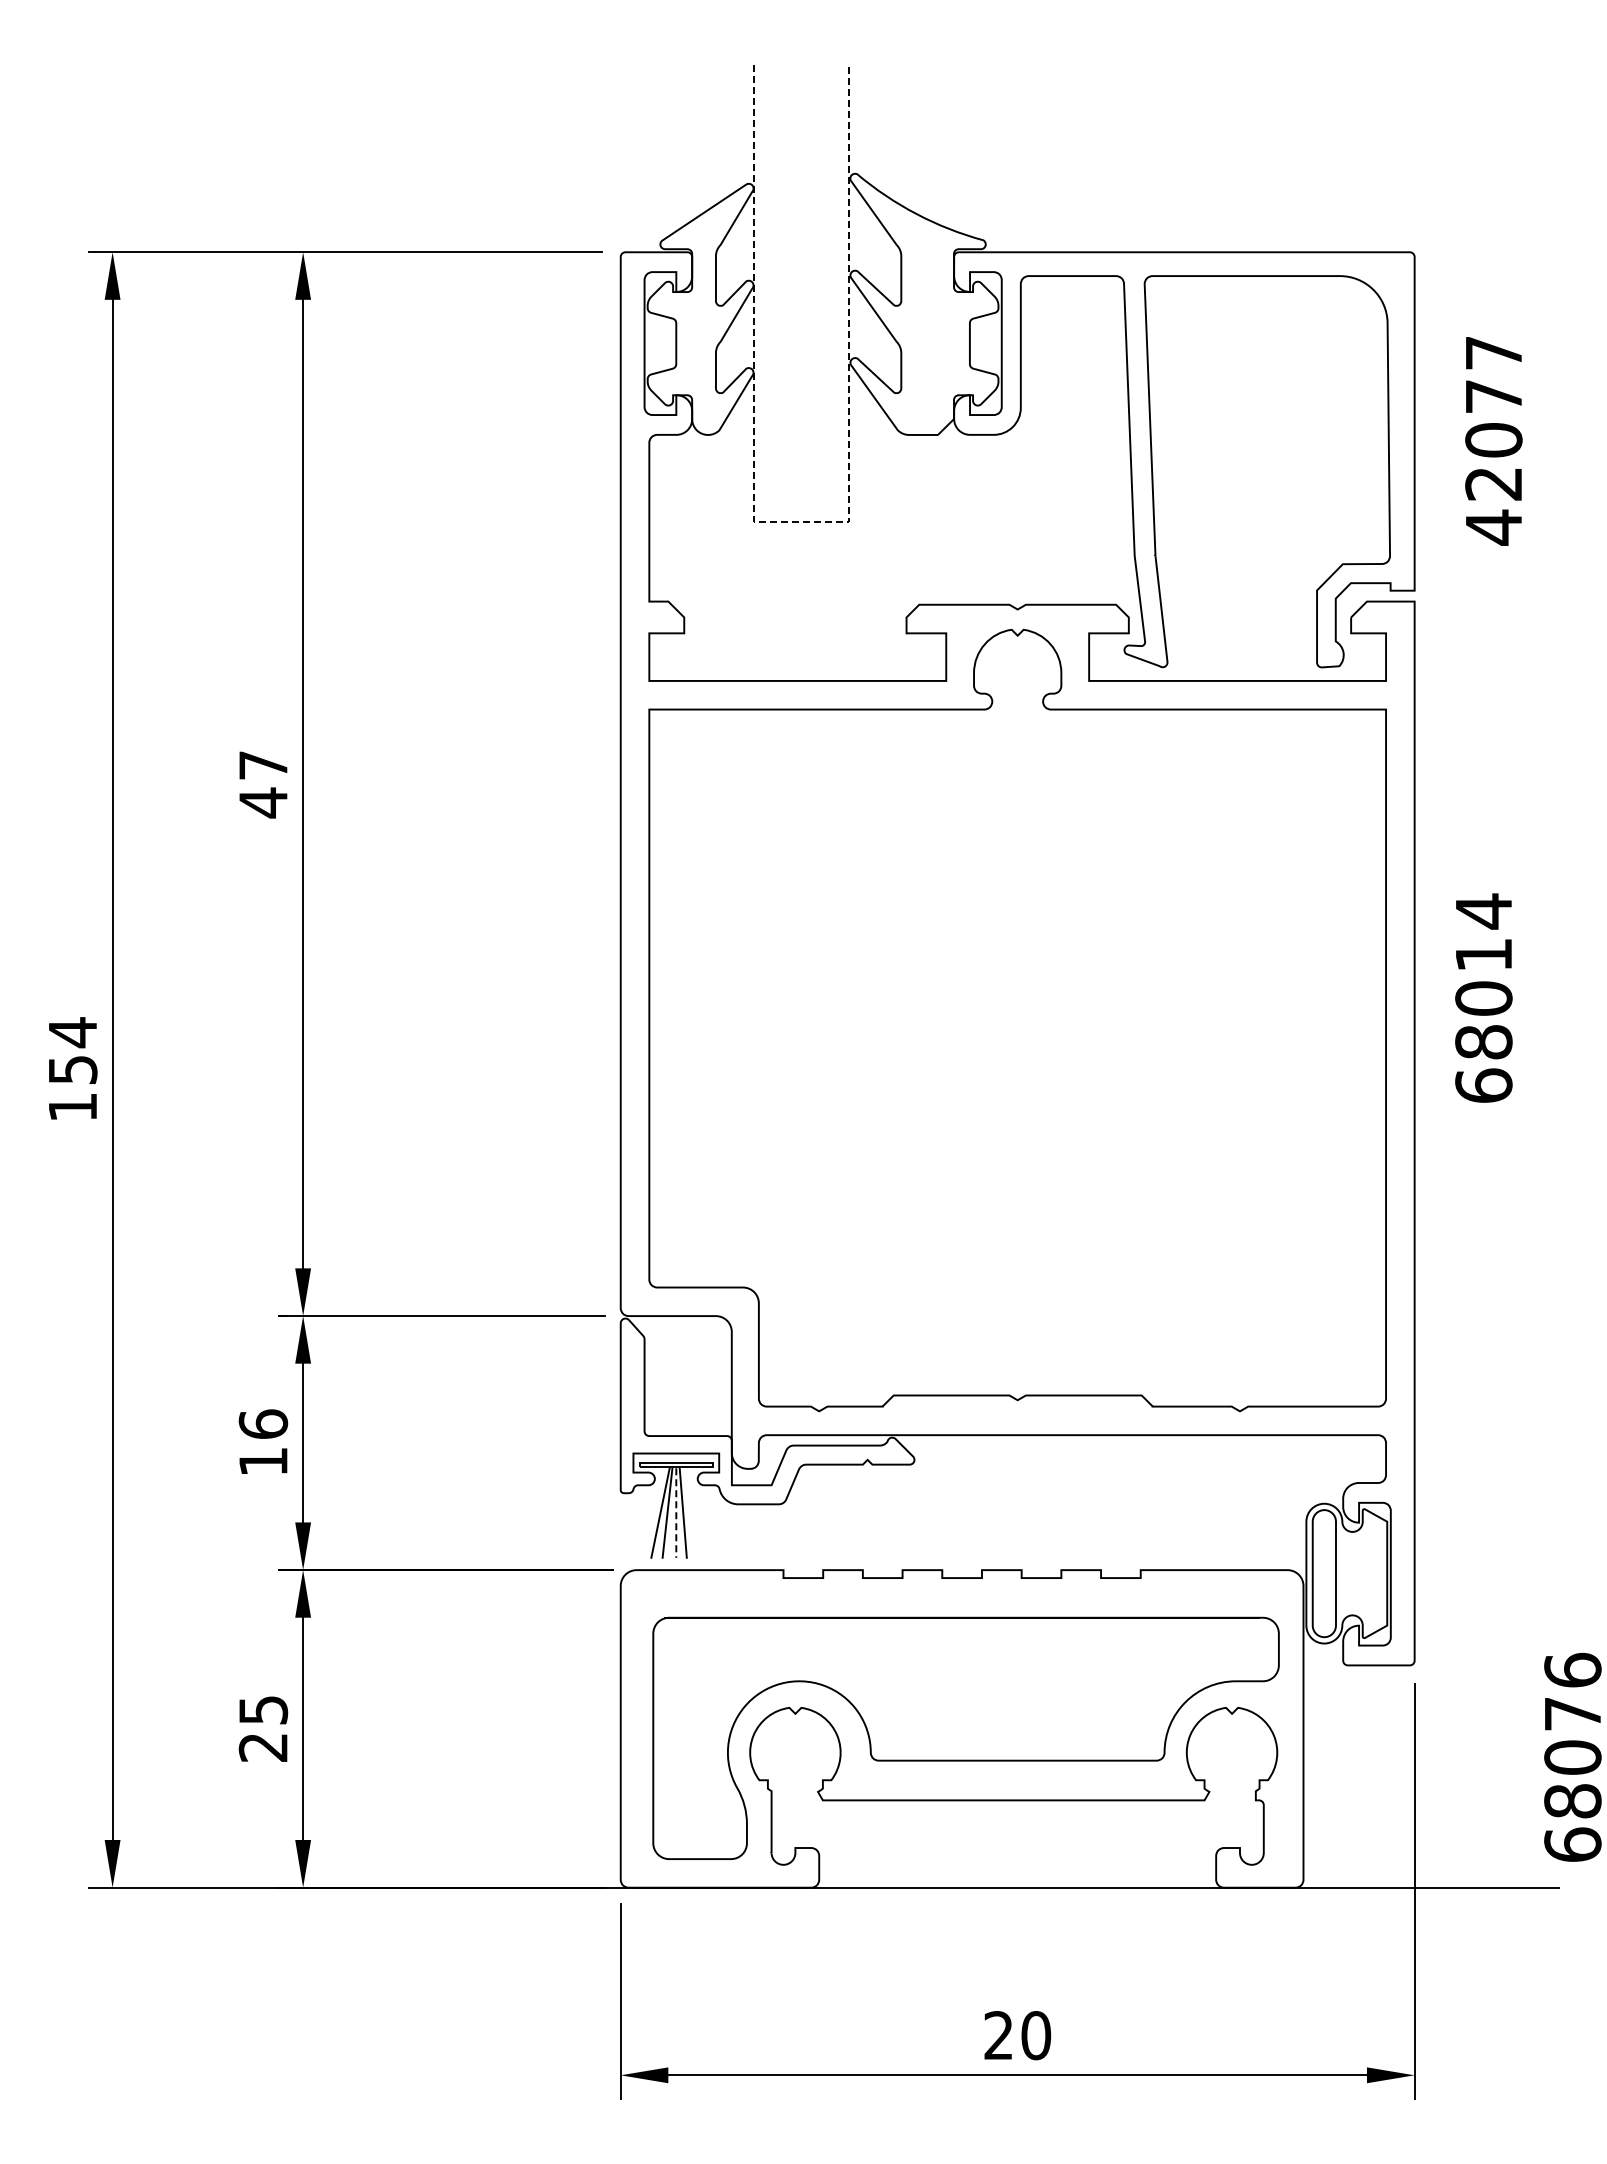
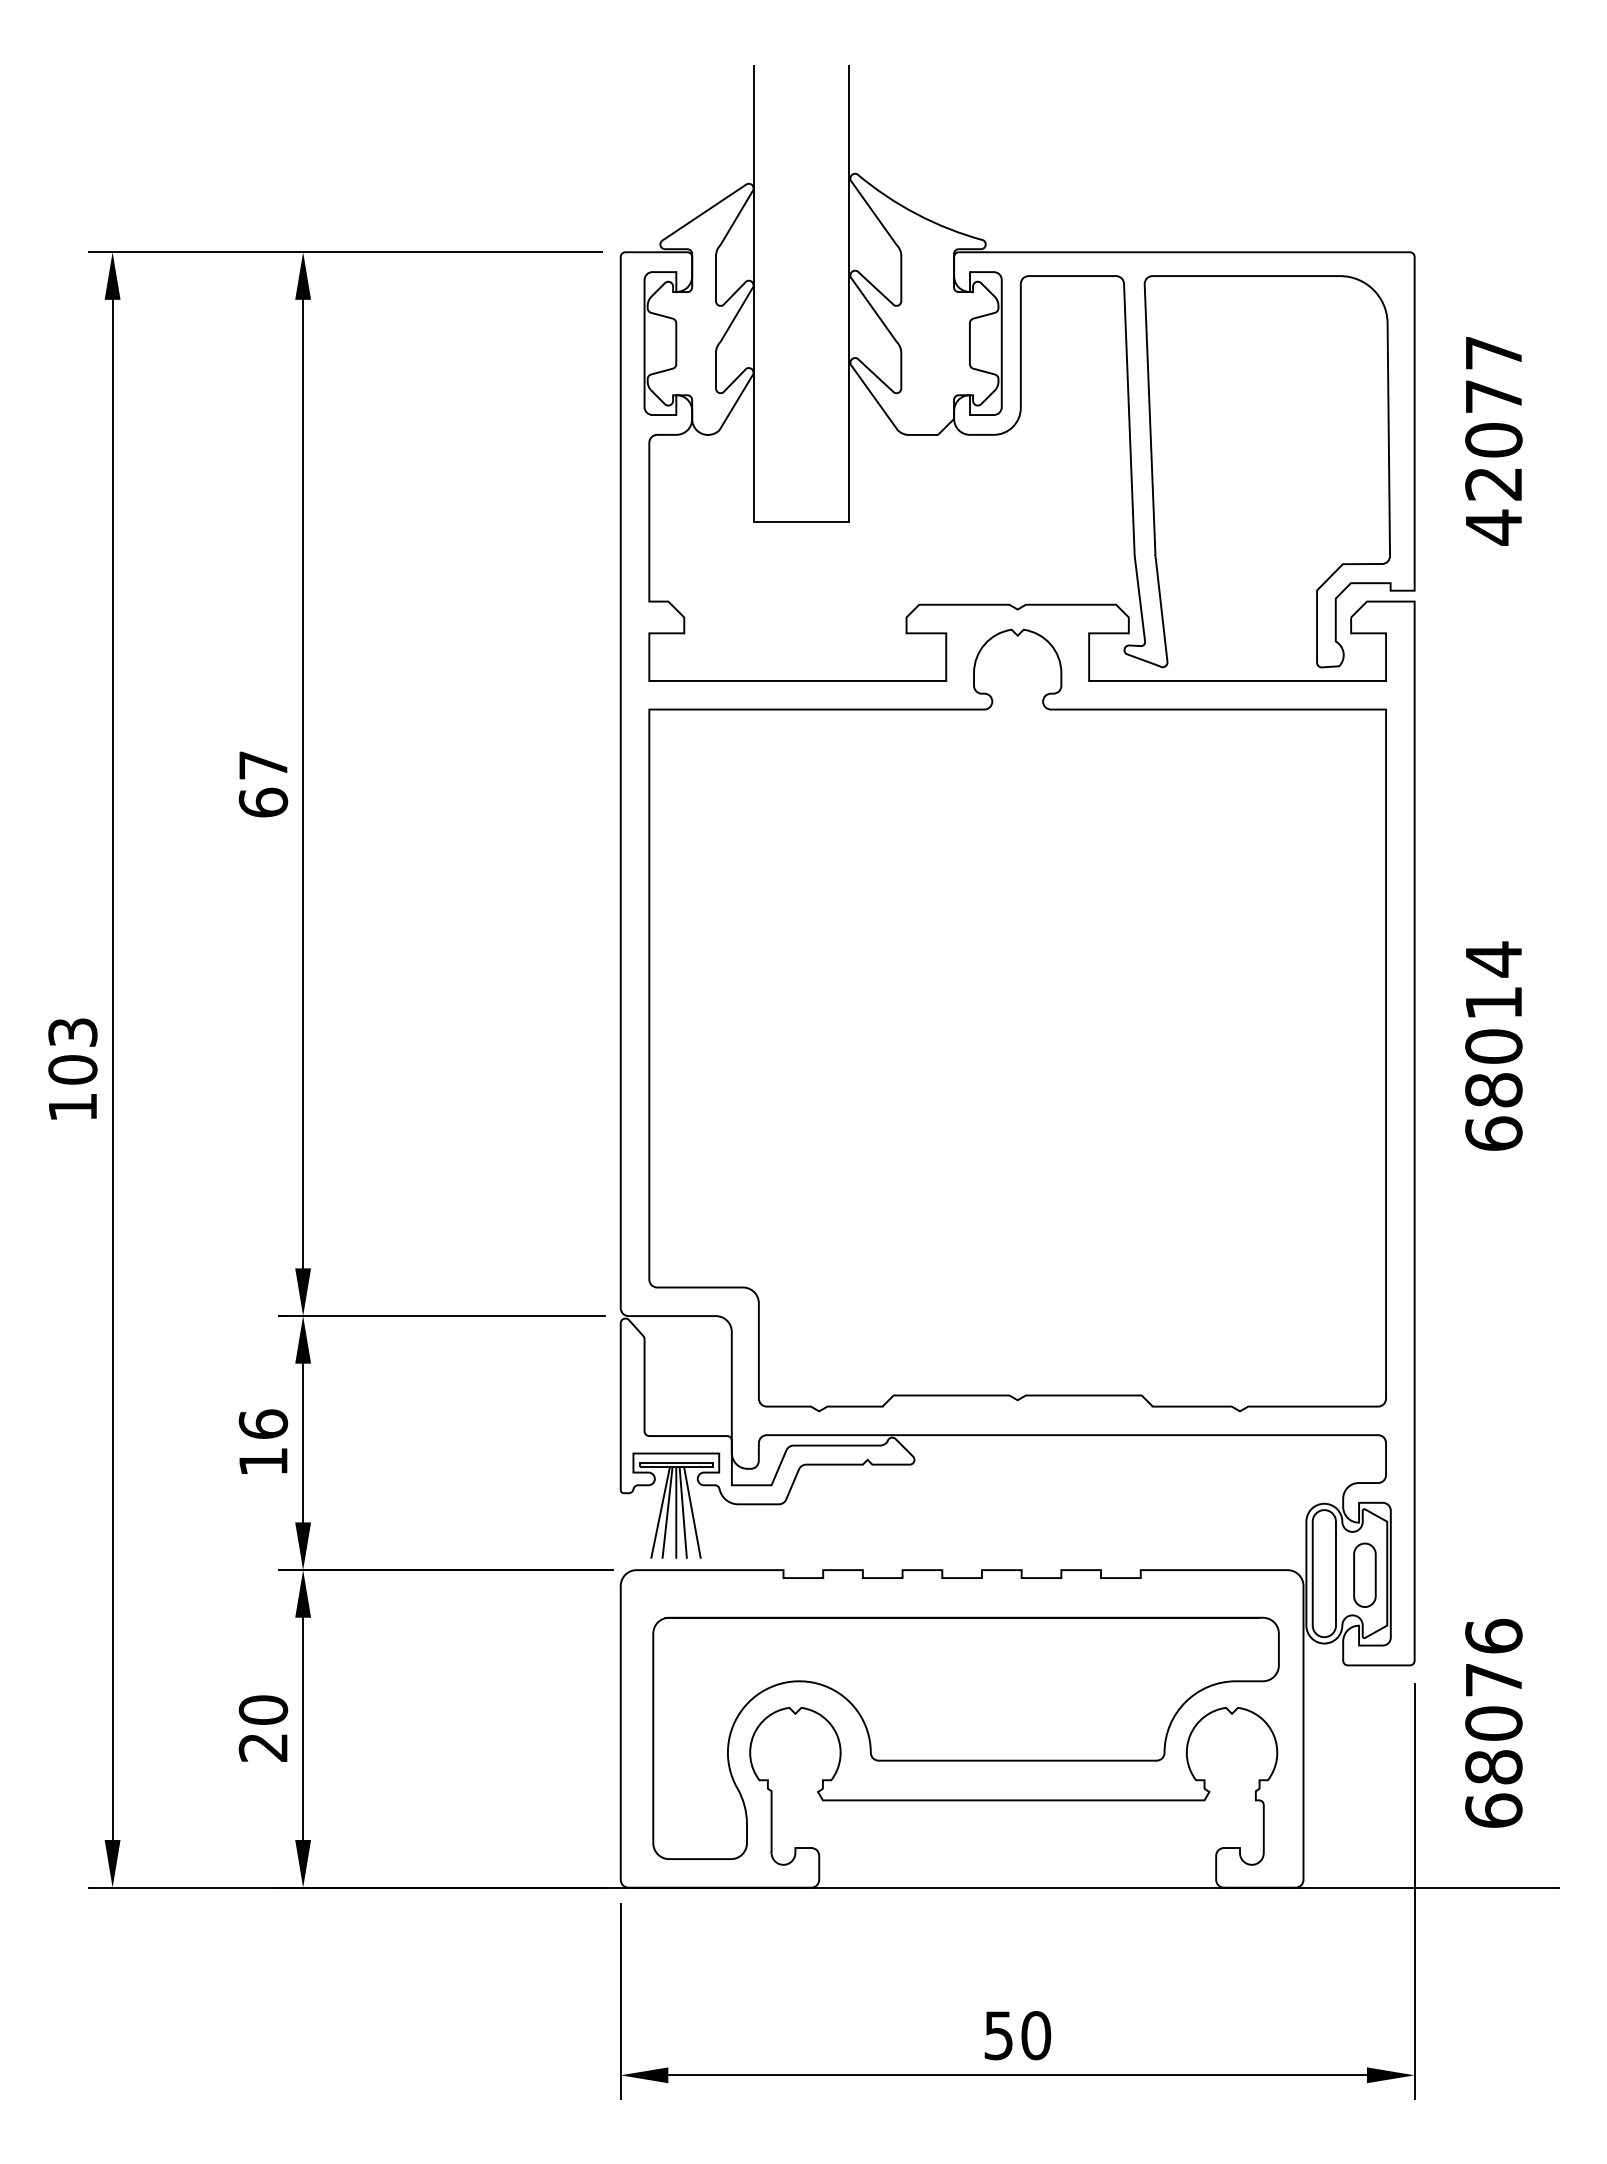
line at (801, 522): dashed -> solid
text at (263, 802): 47 -> 67
text at (1483, 997) position: (1483, 997) -> (1493, 1045)
text at (72, 1050): 154 -> 103
line at (692, 1512): none -> present
line at (676, 1513): dashed -> solid
part at (1364, 1574): none -> present
text at (263, 1709): 25 -> 20
text at (1572, 1756) position: (1572, 1756) -> (1493, 1722)
text at (998, 2035): 20 -> 50
